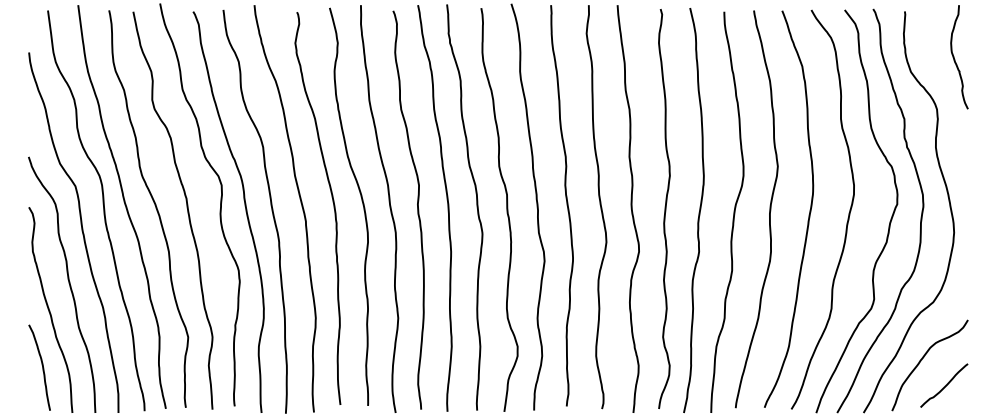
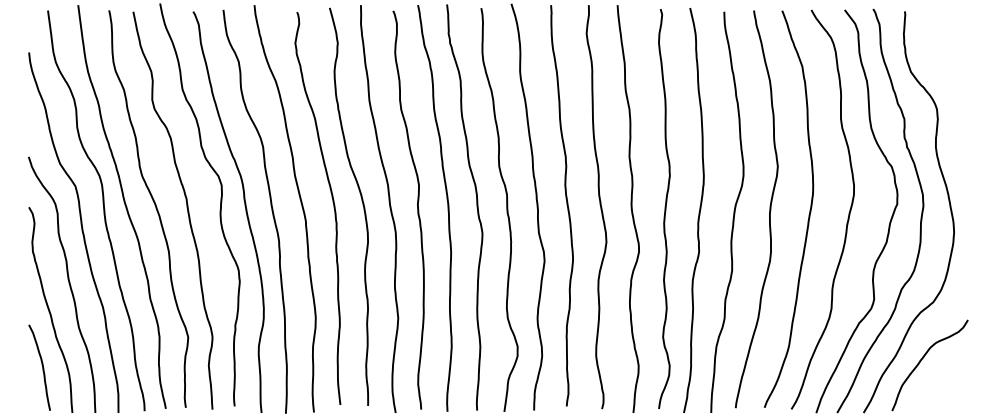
curve at (955, 59): present -> none
curve at (945, 385): present -> none
